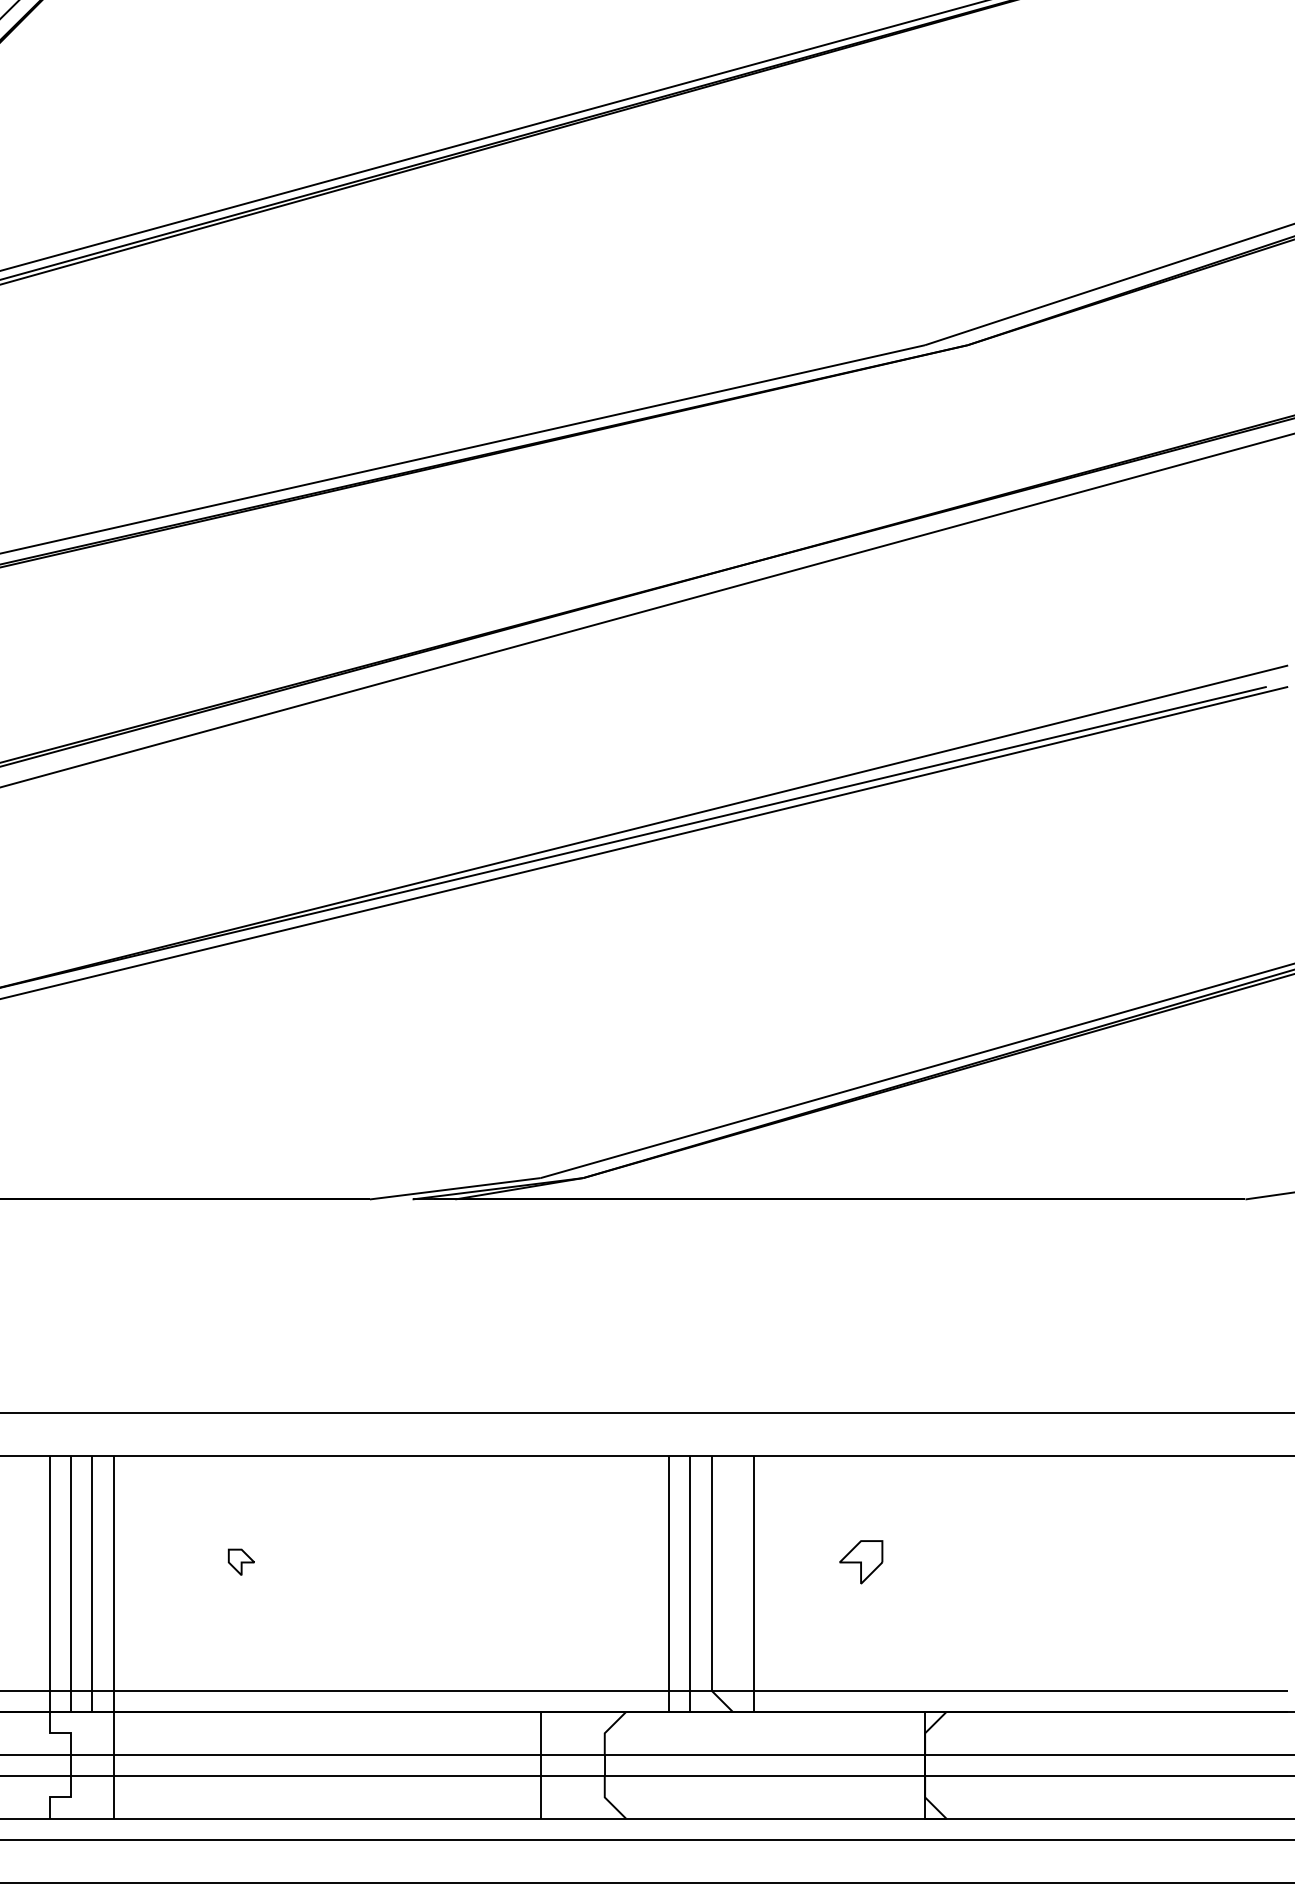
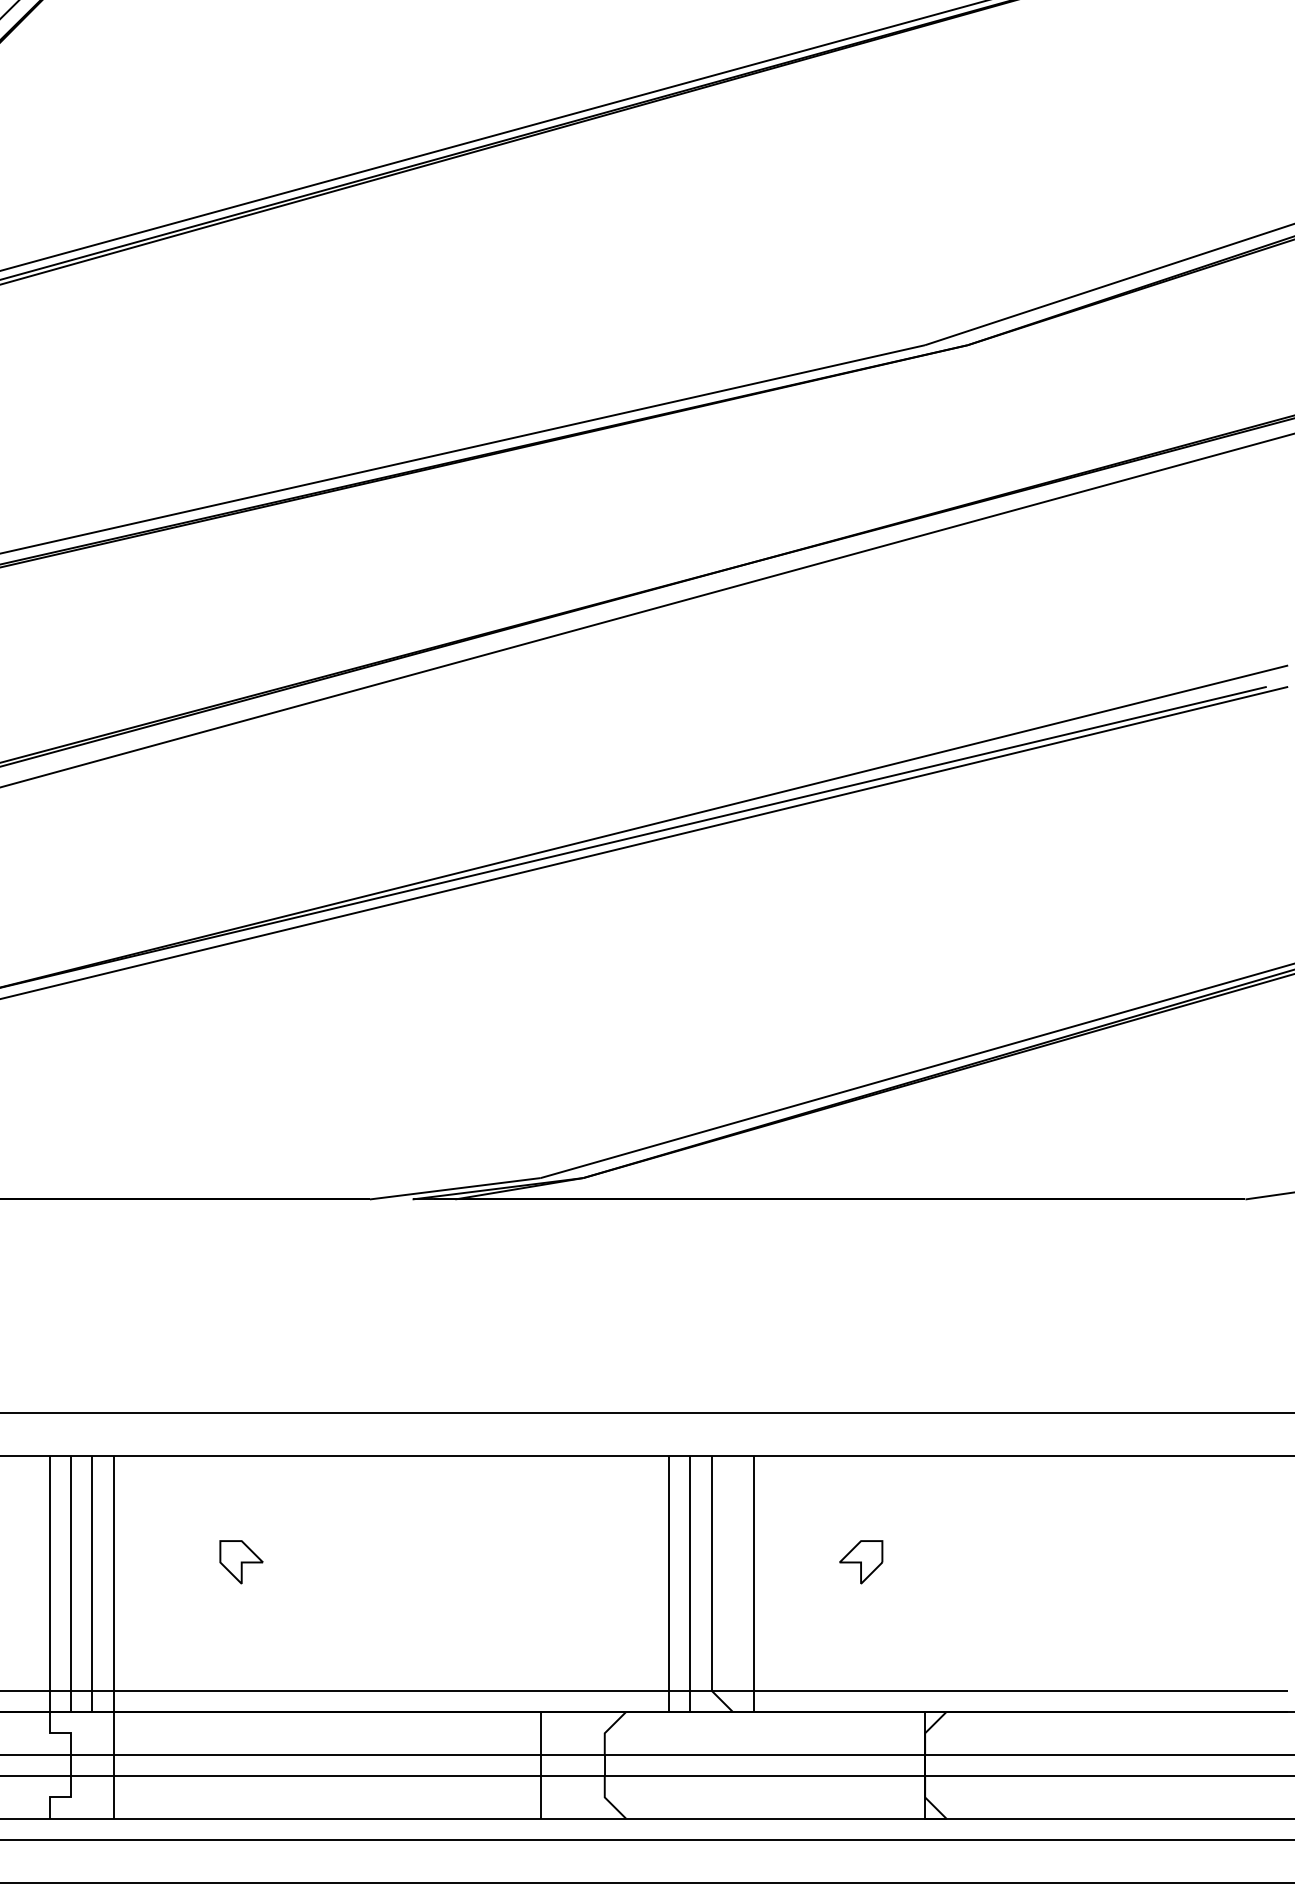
part at (240, 1561) size: 28x28 px -> 45x45 px
